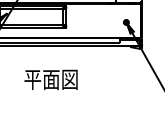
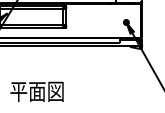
text at (50, 79) position: (50, 79) -> (36, 91)
